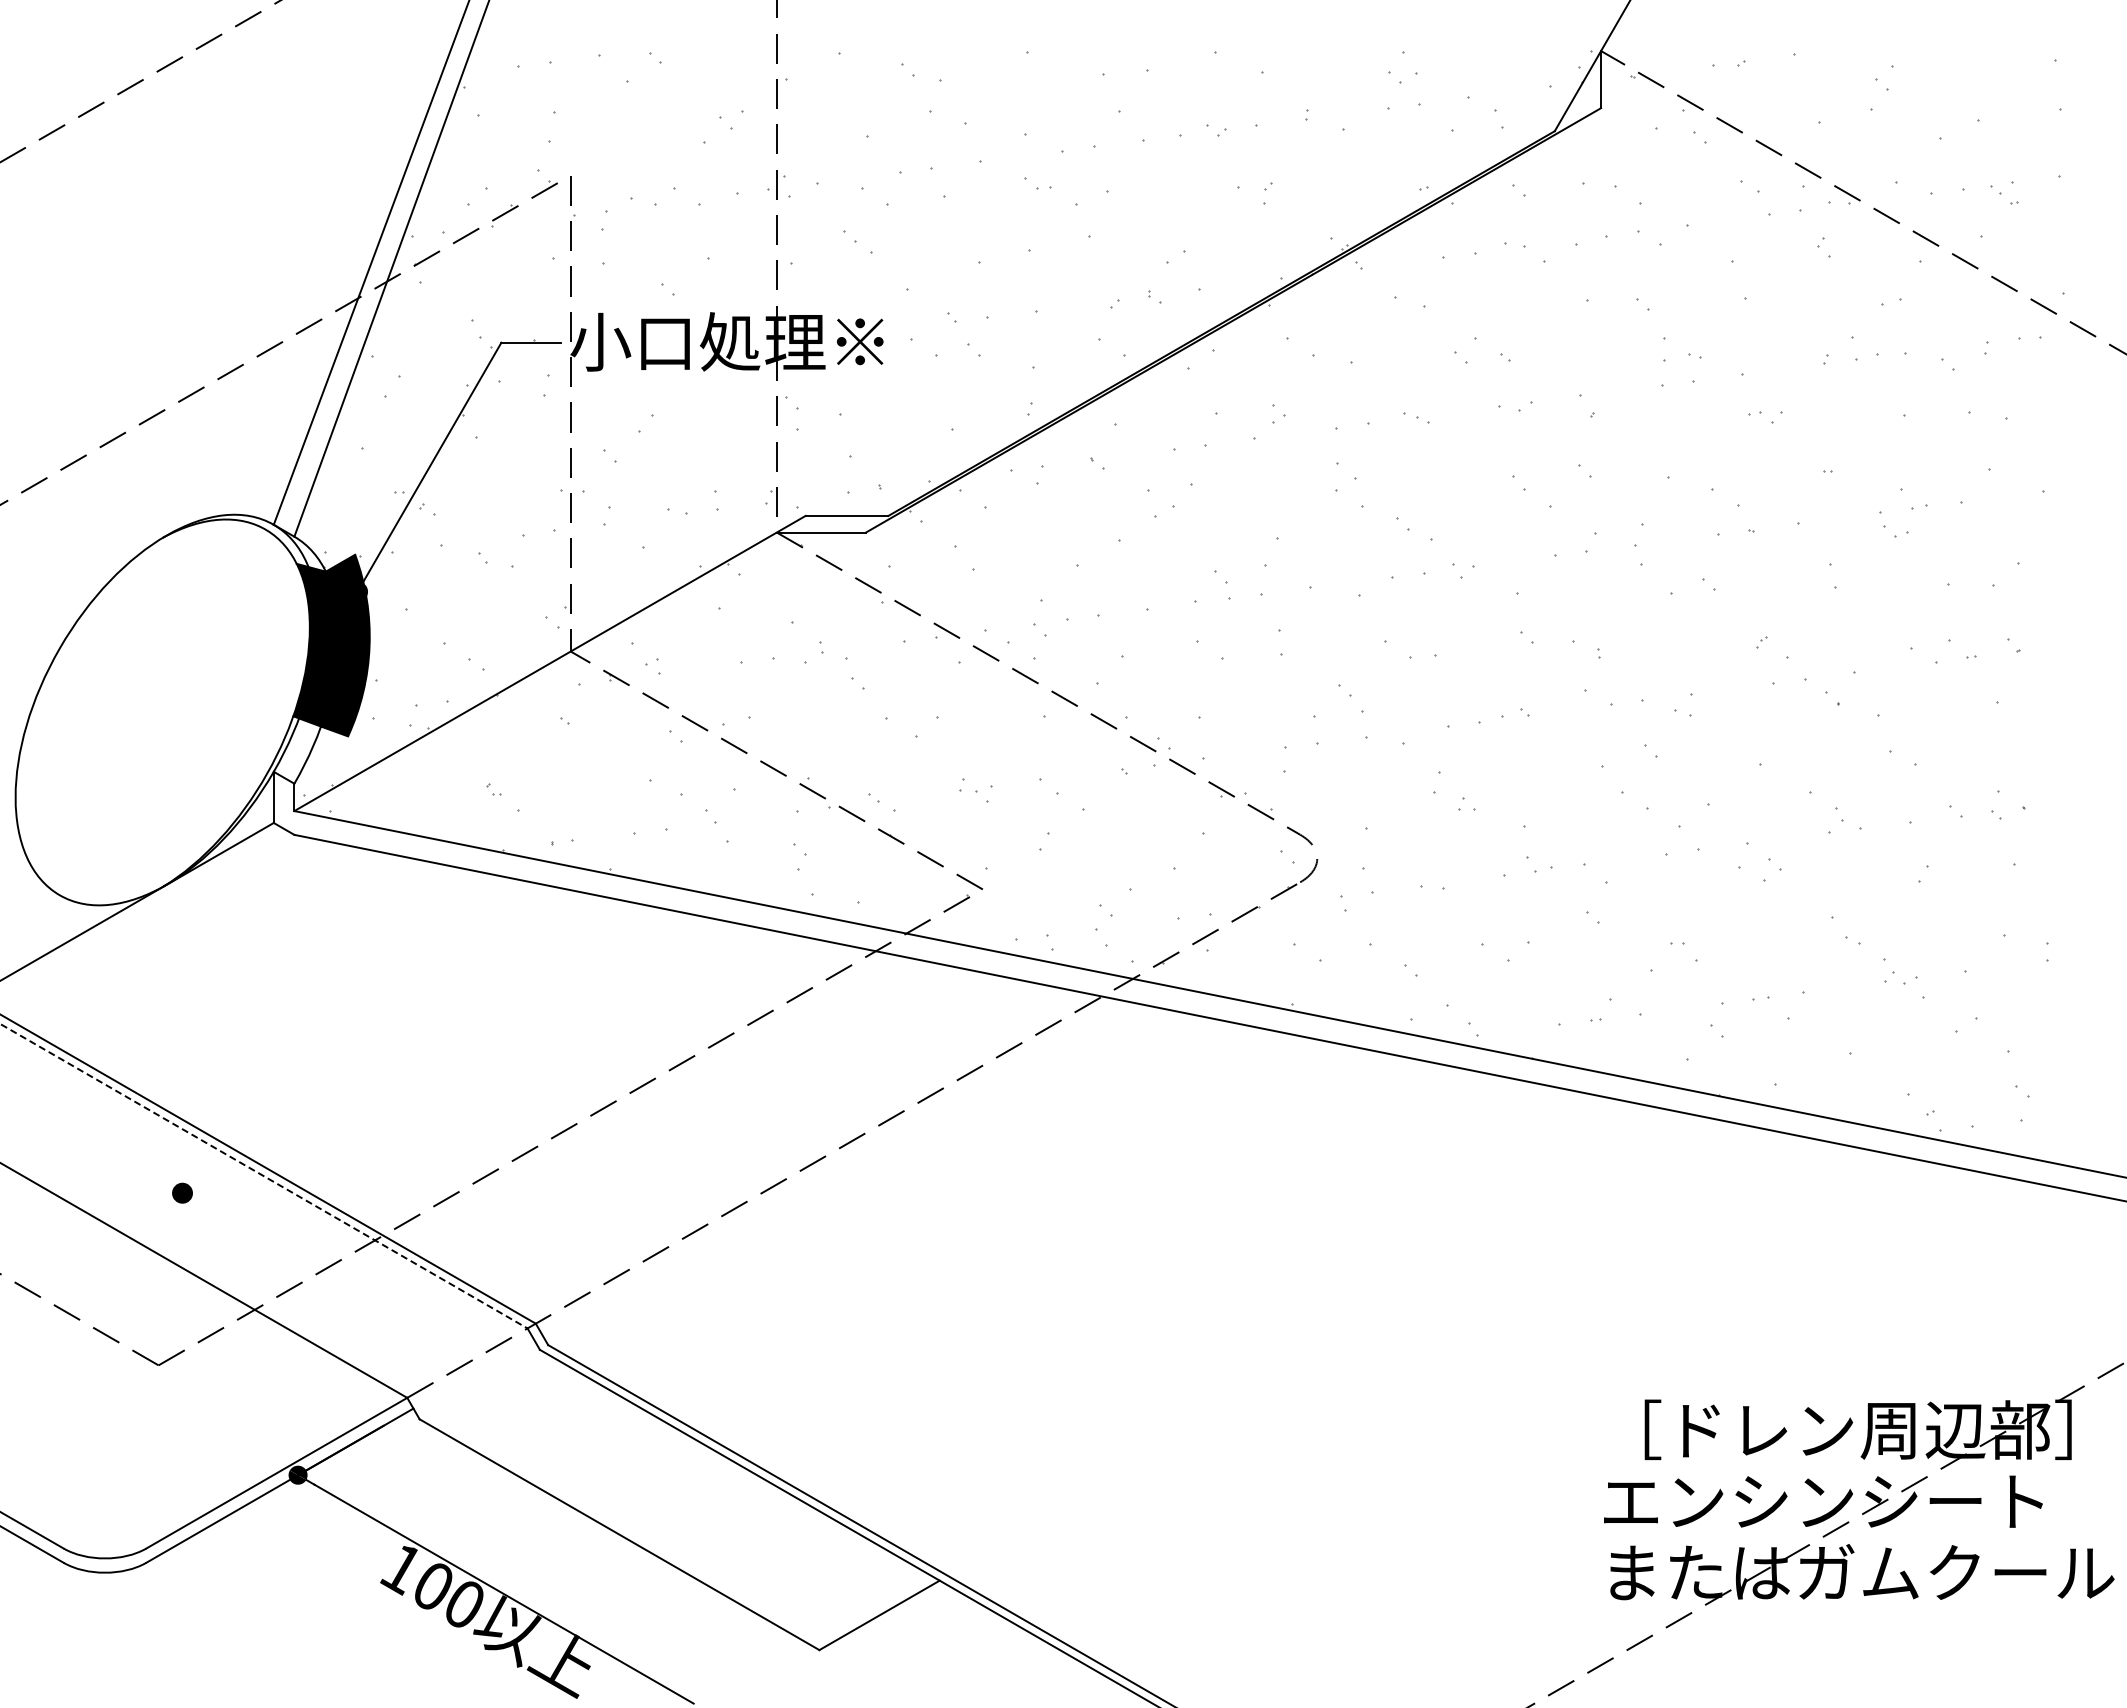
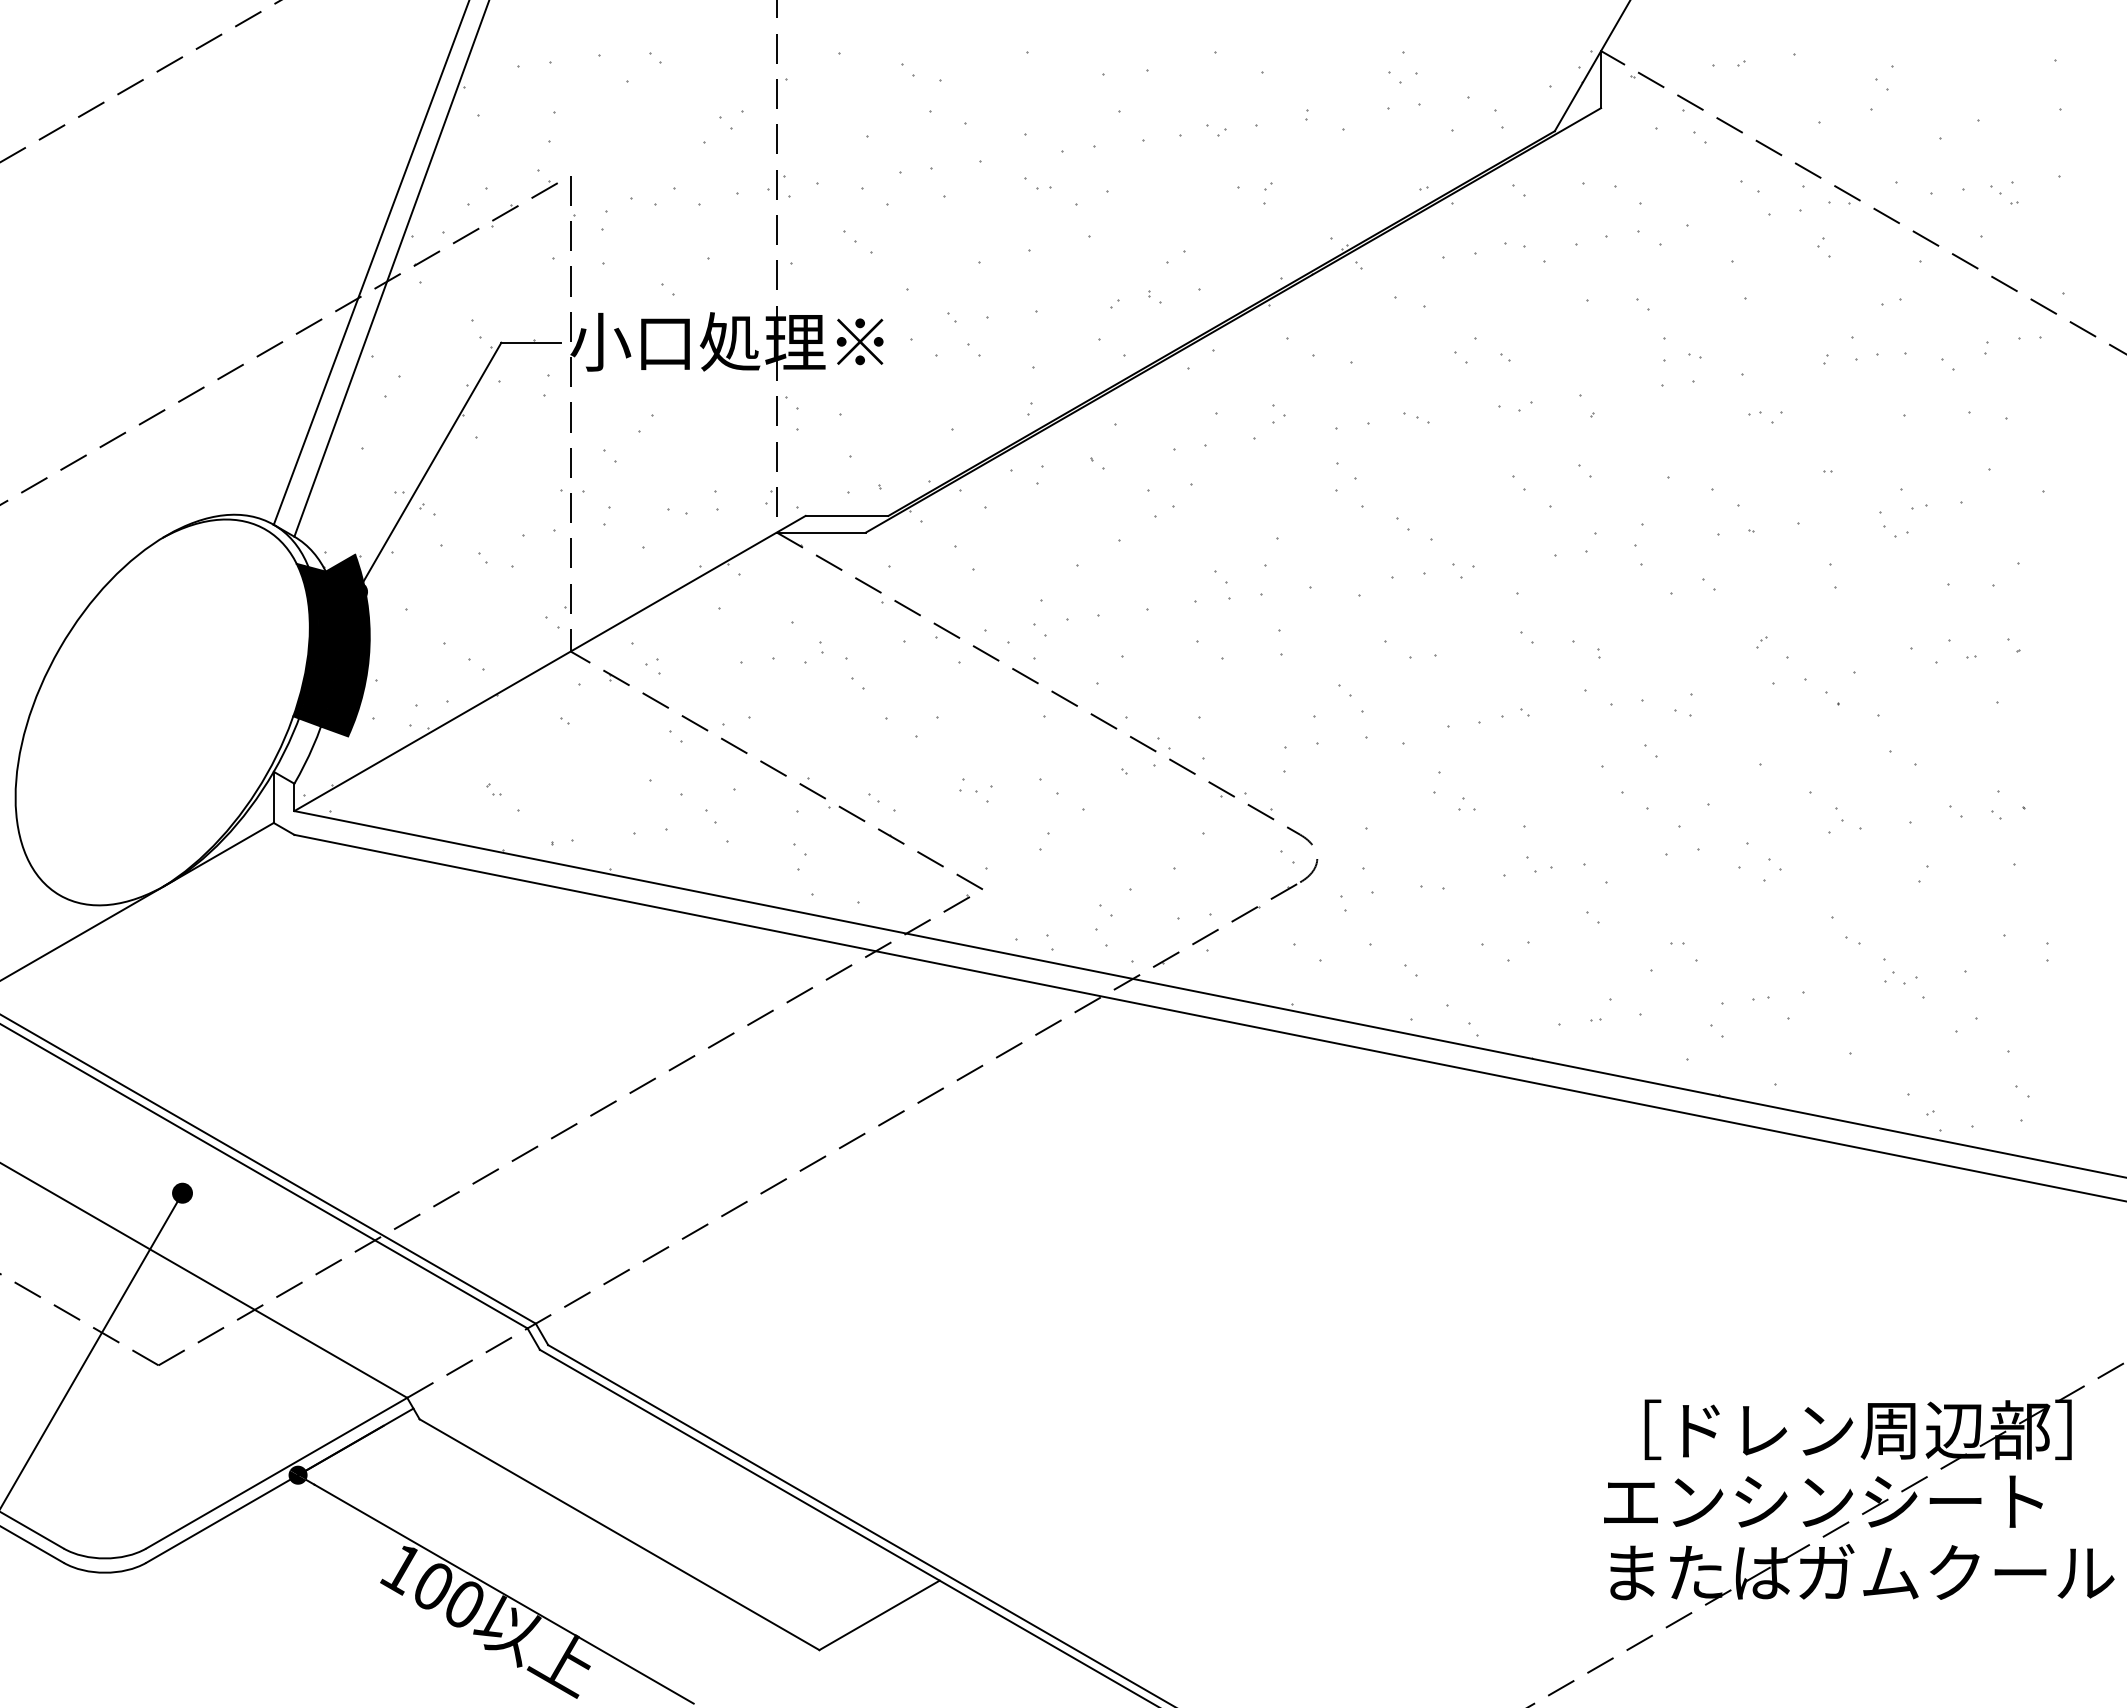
line at (264, 1176): dashed -> solid
line at (92, 1349): none -> present
